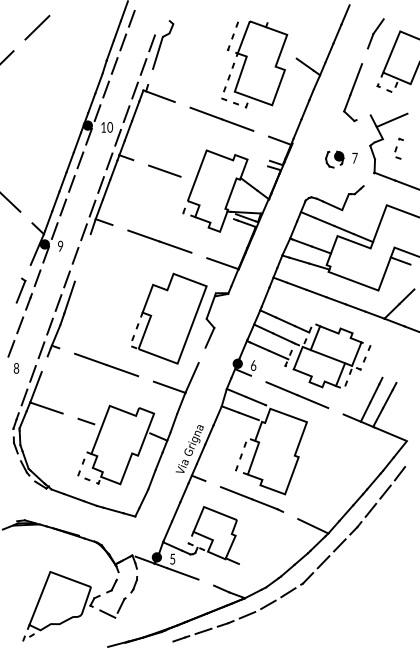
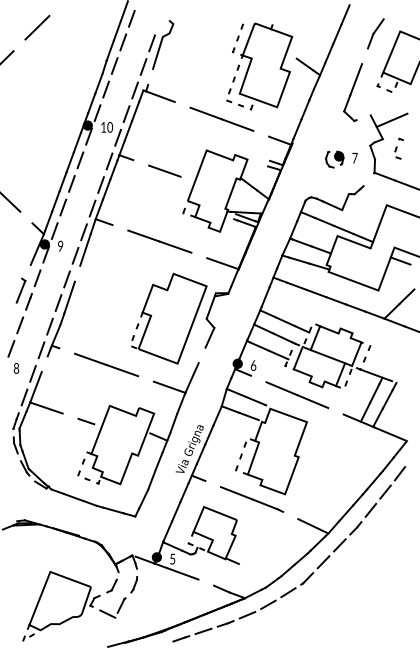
part at (254, 64) position: (254, 64) -> (259, 66)
line at (85, 249): none -> present
line at (375, 375): none -> present
